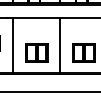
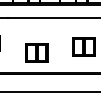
line at (12, 45): present -> none
line at (60, 45): present -> none
part at (83, 52) position: (83, 52) -> (83, 46)
